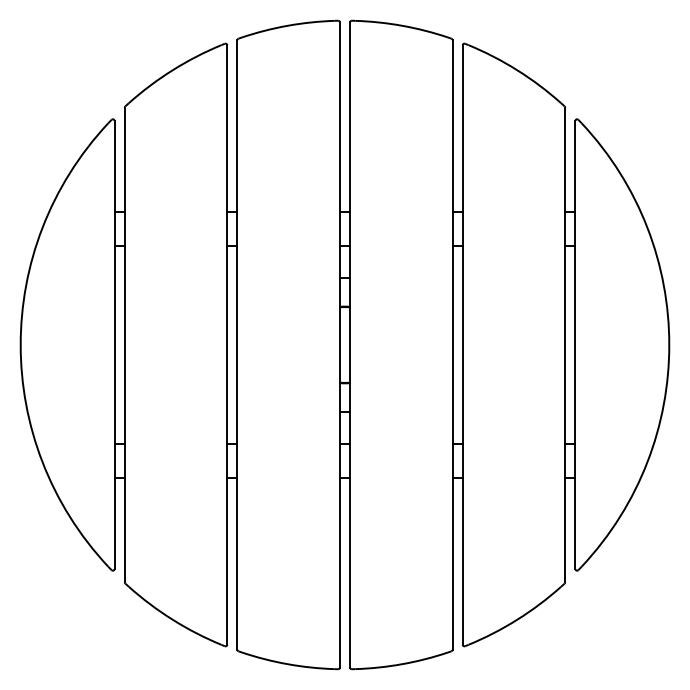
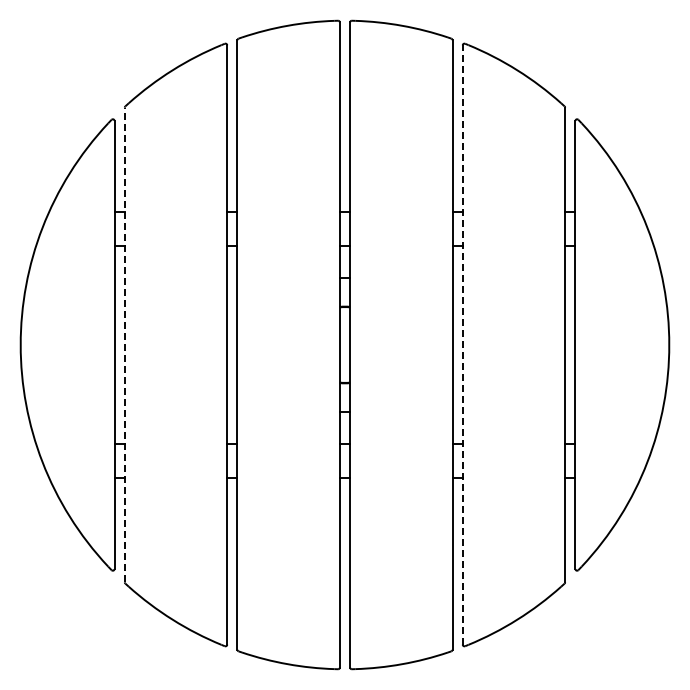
line at (124, 344): solid -> dashed
line at (462, 345): solid -> dashed
